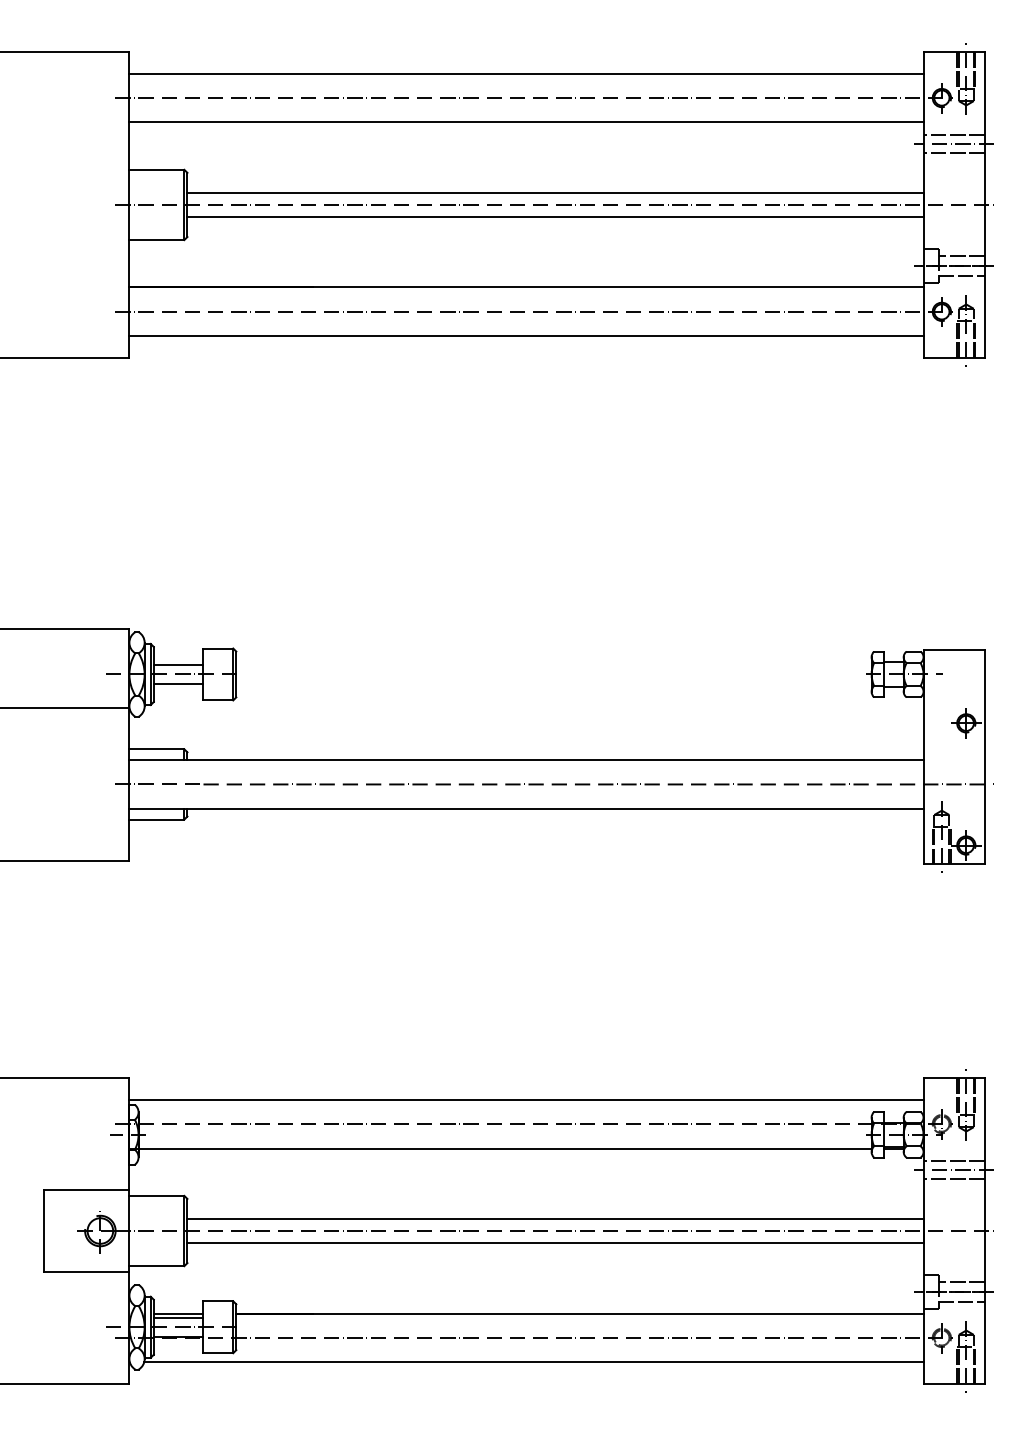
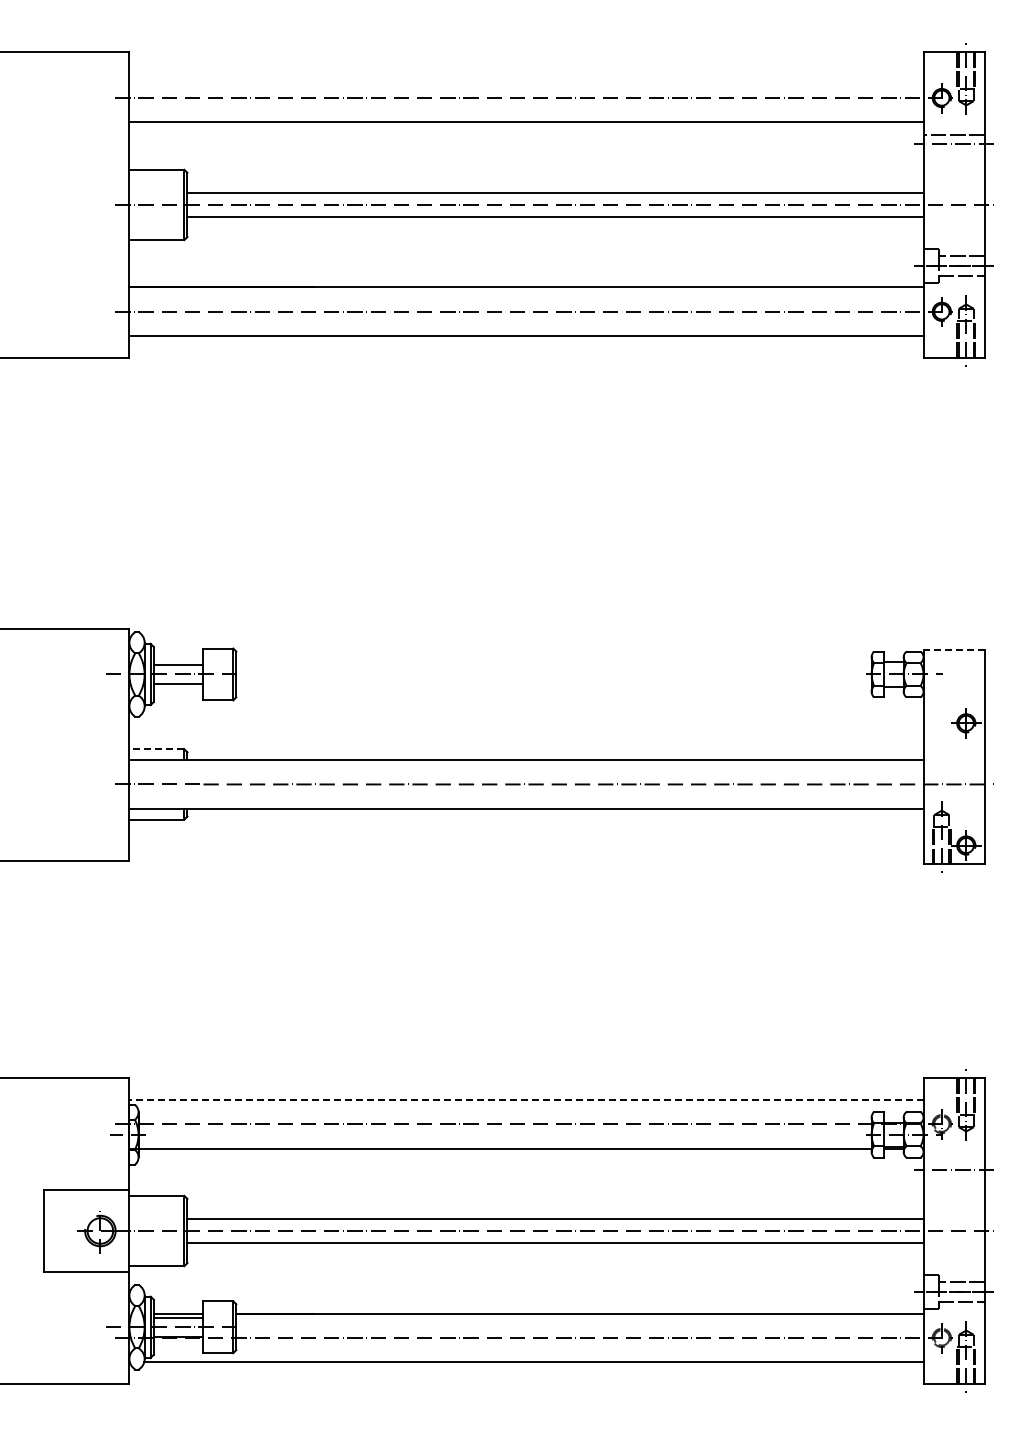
line at (526, 73): present -> none
line at (953, 153): present -> none
line at (954, 650): solid -> dashed
line at (65, 708): present -> none
line at (156, 749): solid -> dashed
line at (525, 1099): solid -> dashed
line at (953, 1160): present -> none
line at (953, 1179): present -> none
